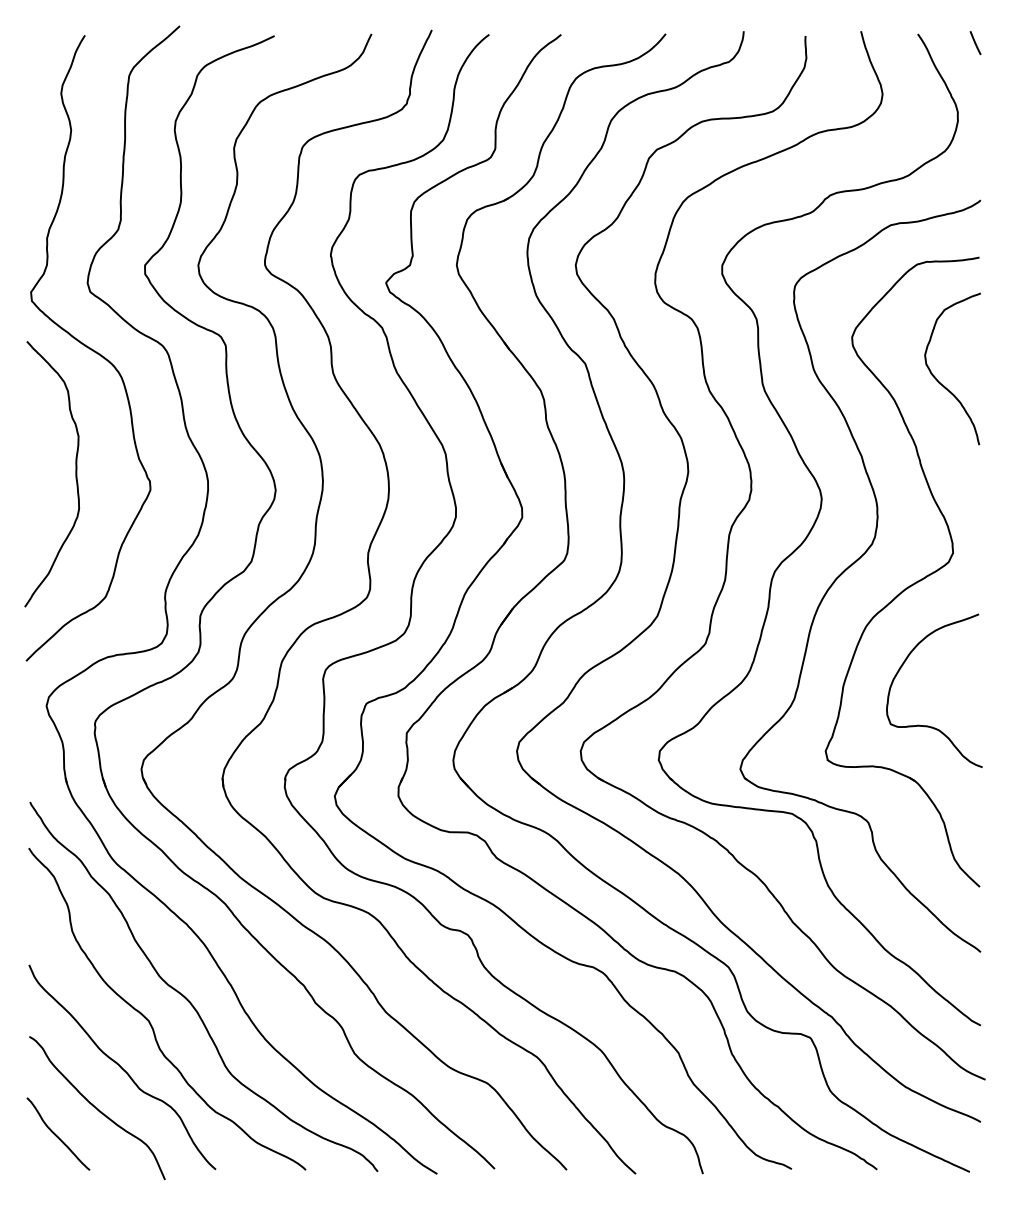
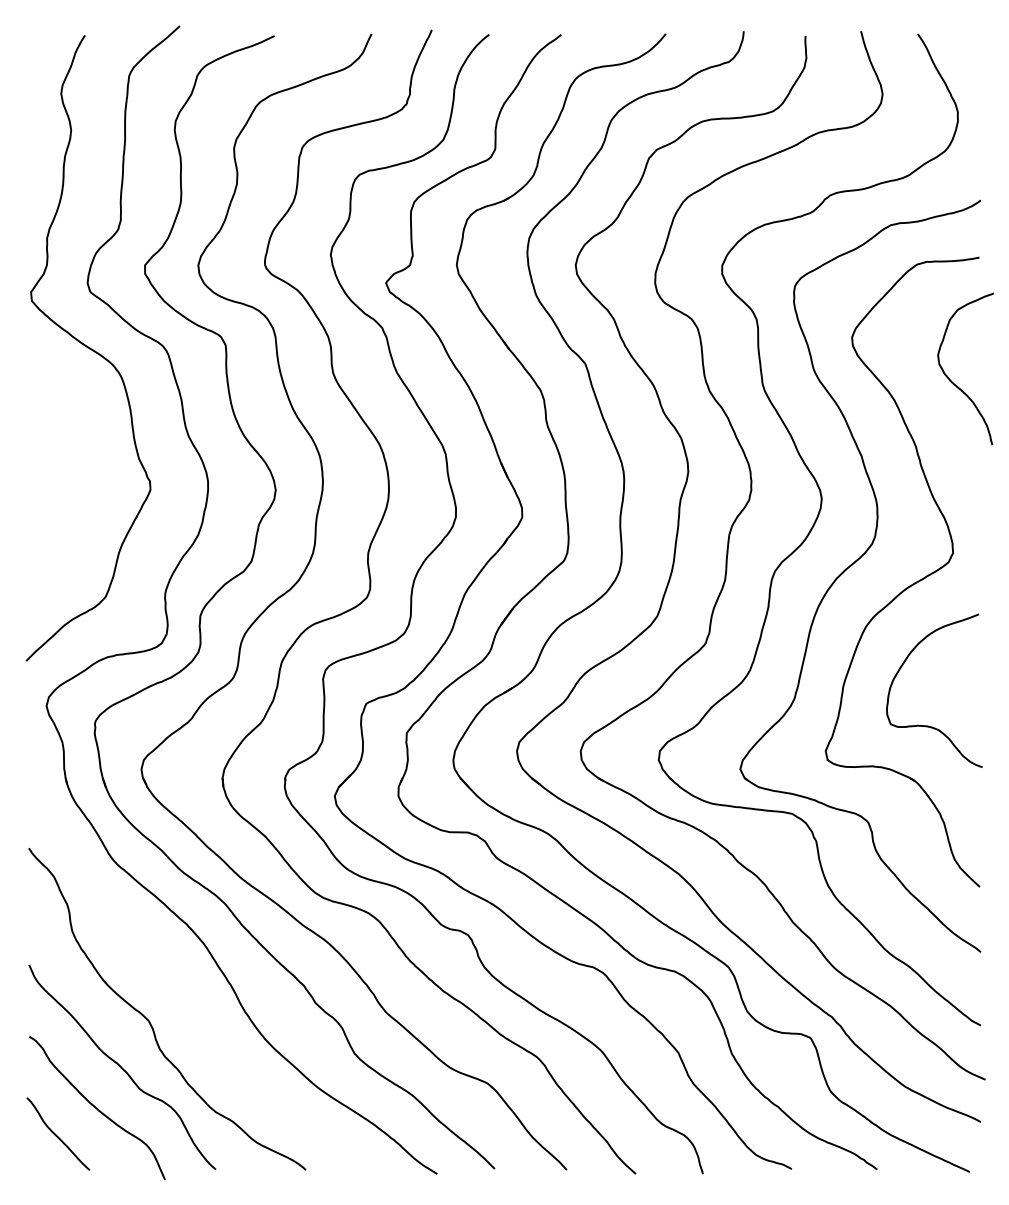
line at (975, 43): present -> none
curve at (939, 381) position: (939, 381) -> (952, 381)
curve at (75, 474): present -> none
curve at (189, 1000): present -> none
